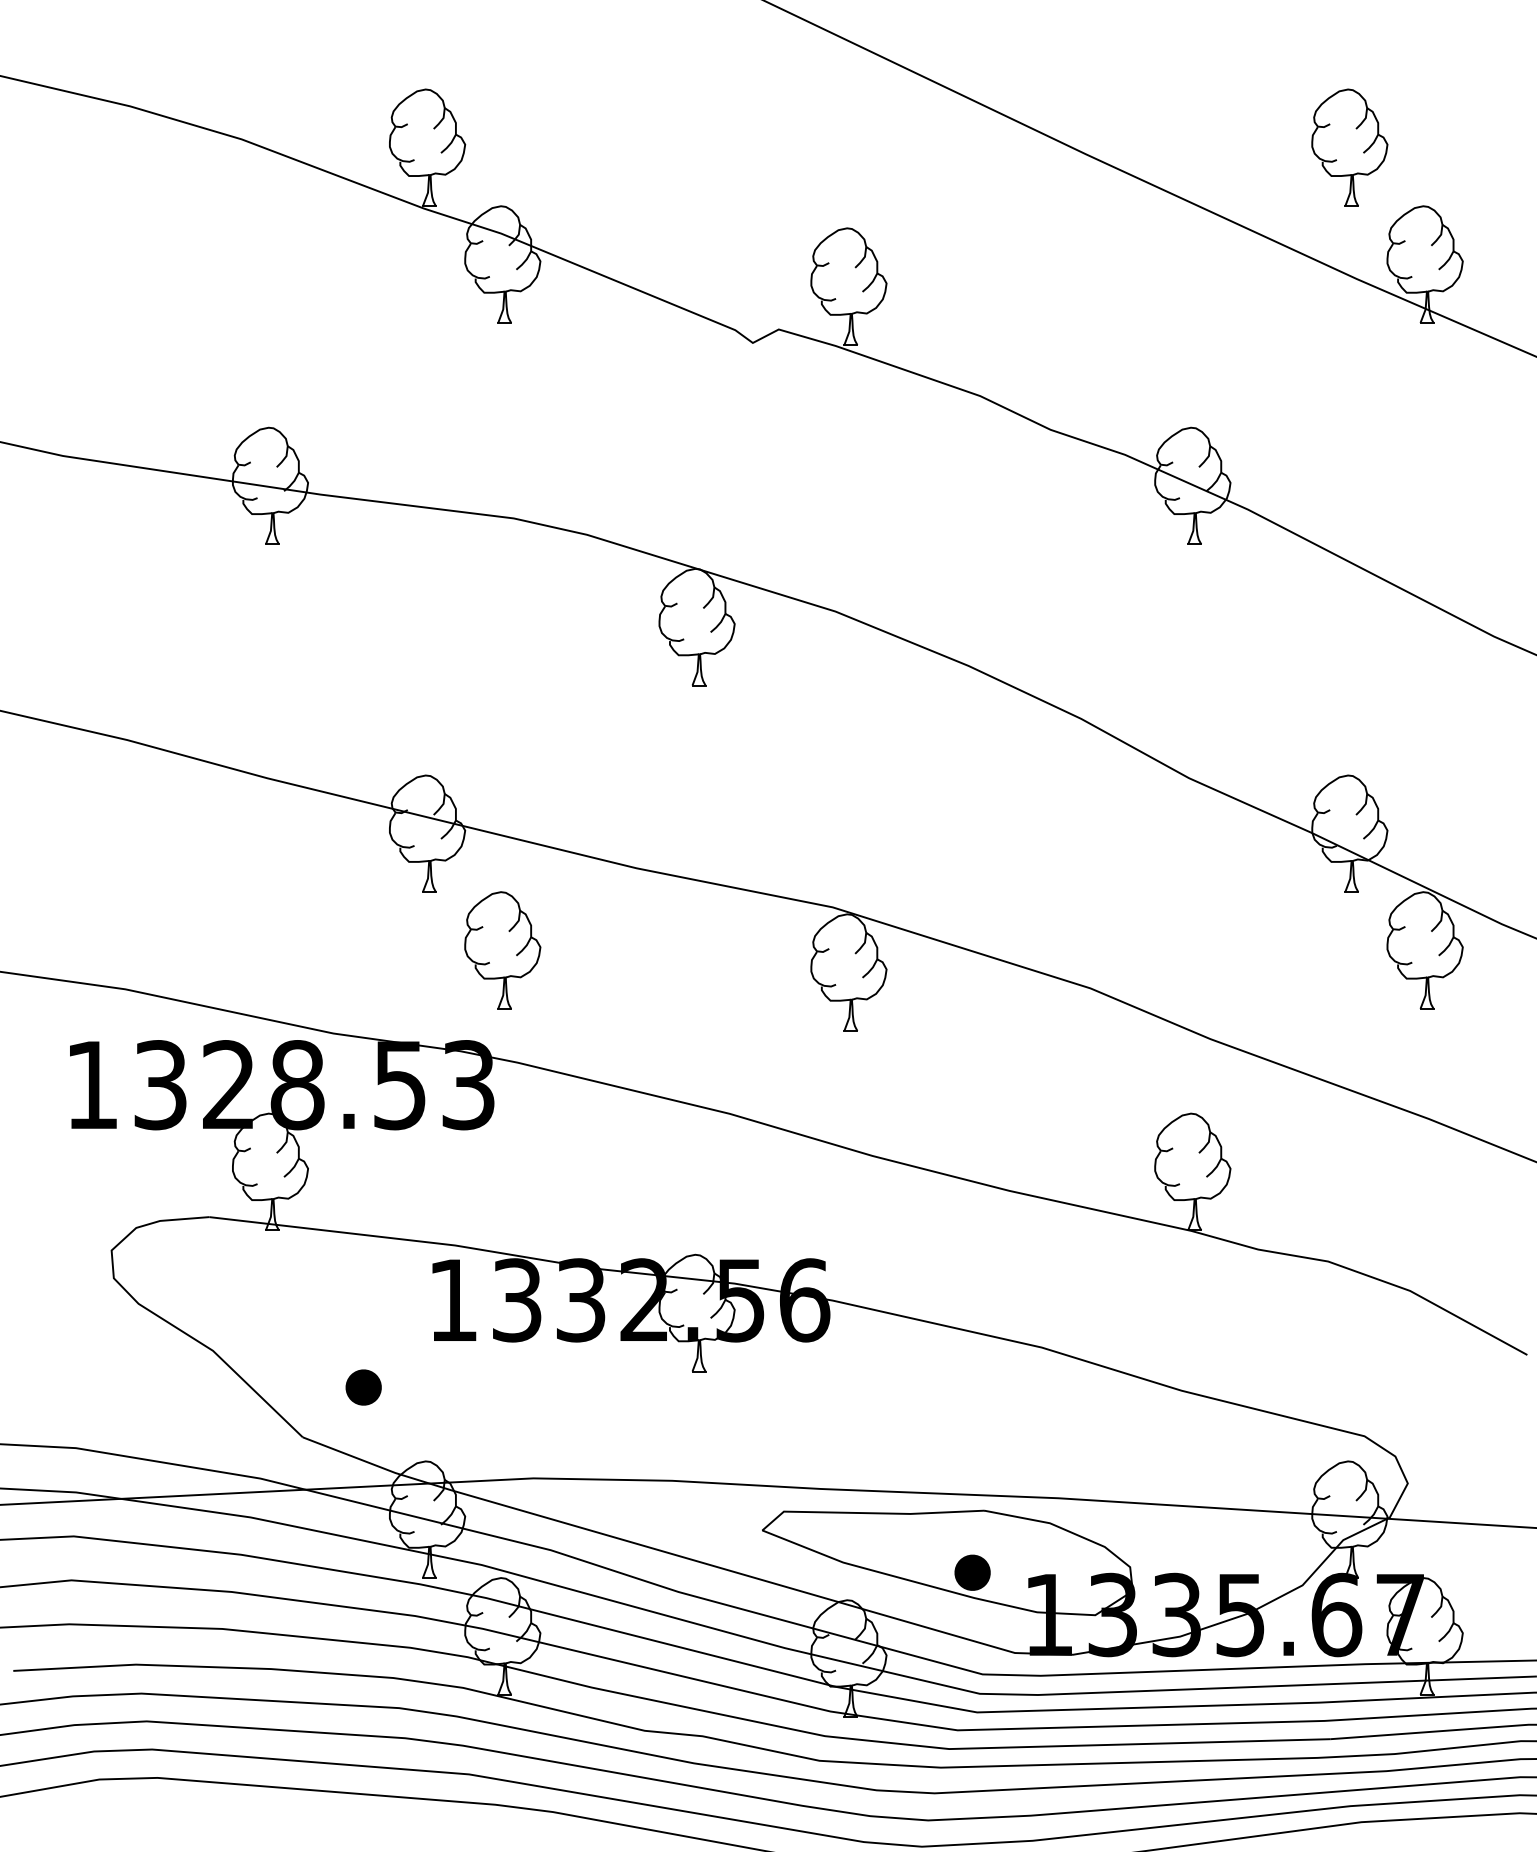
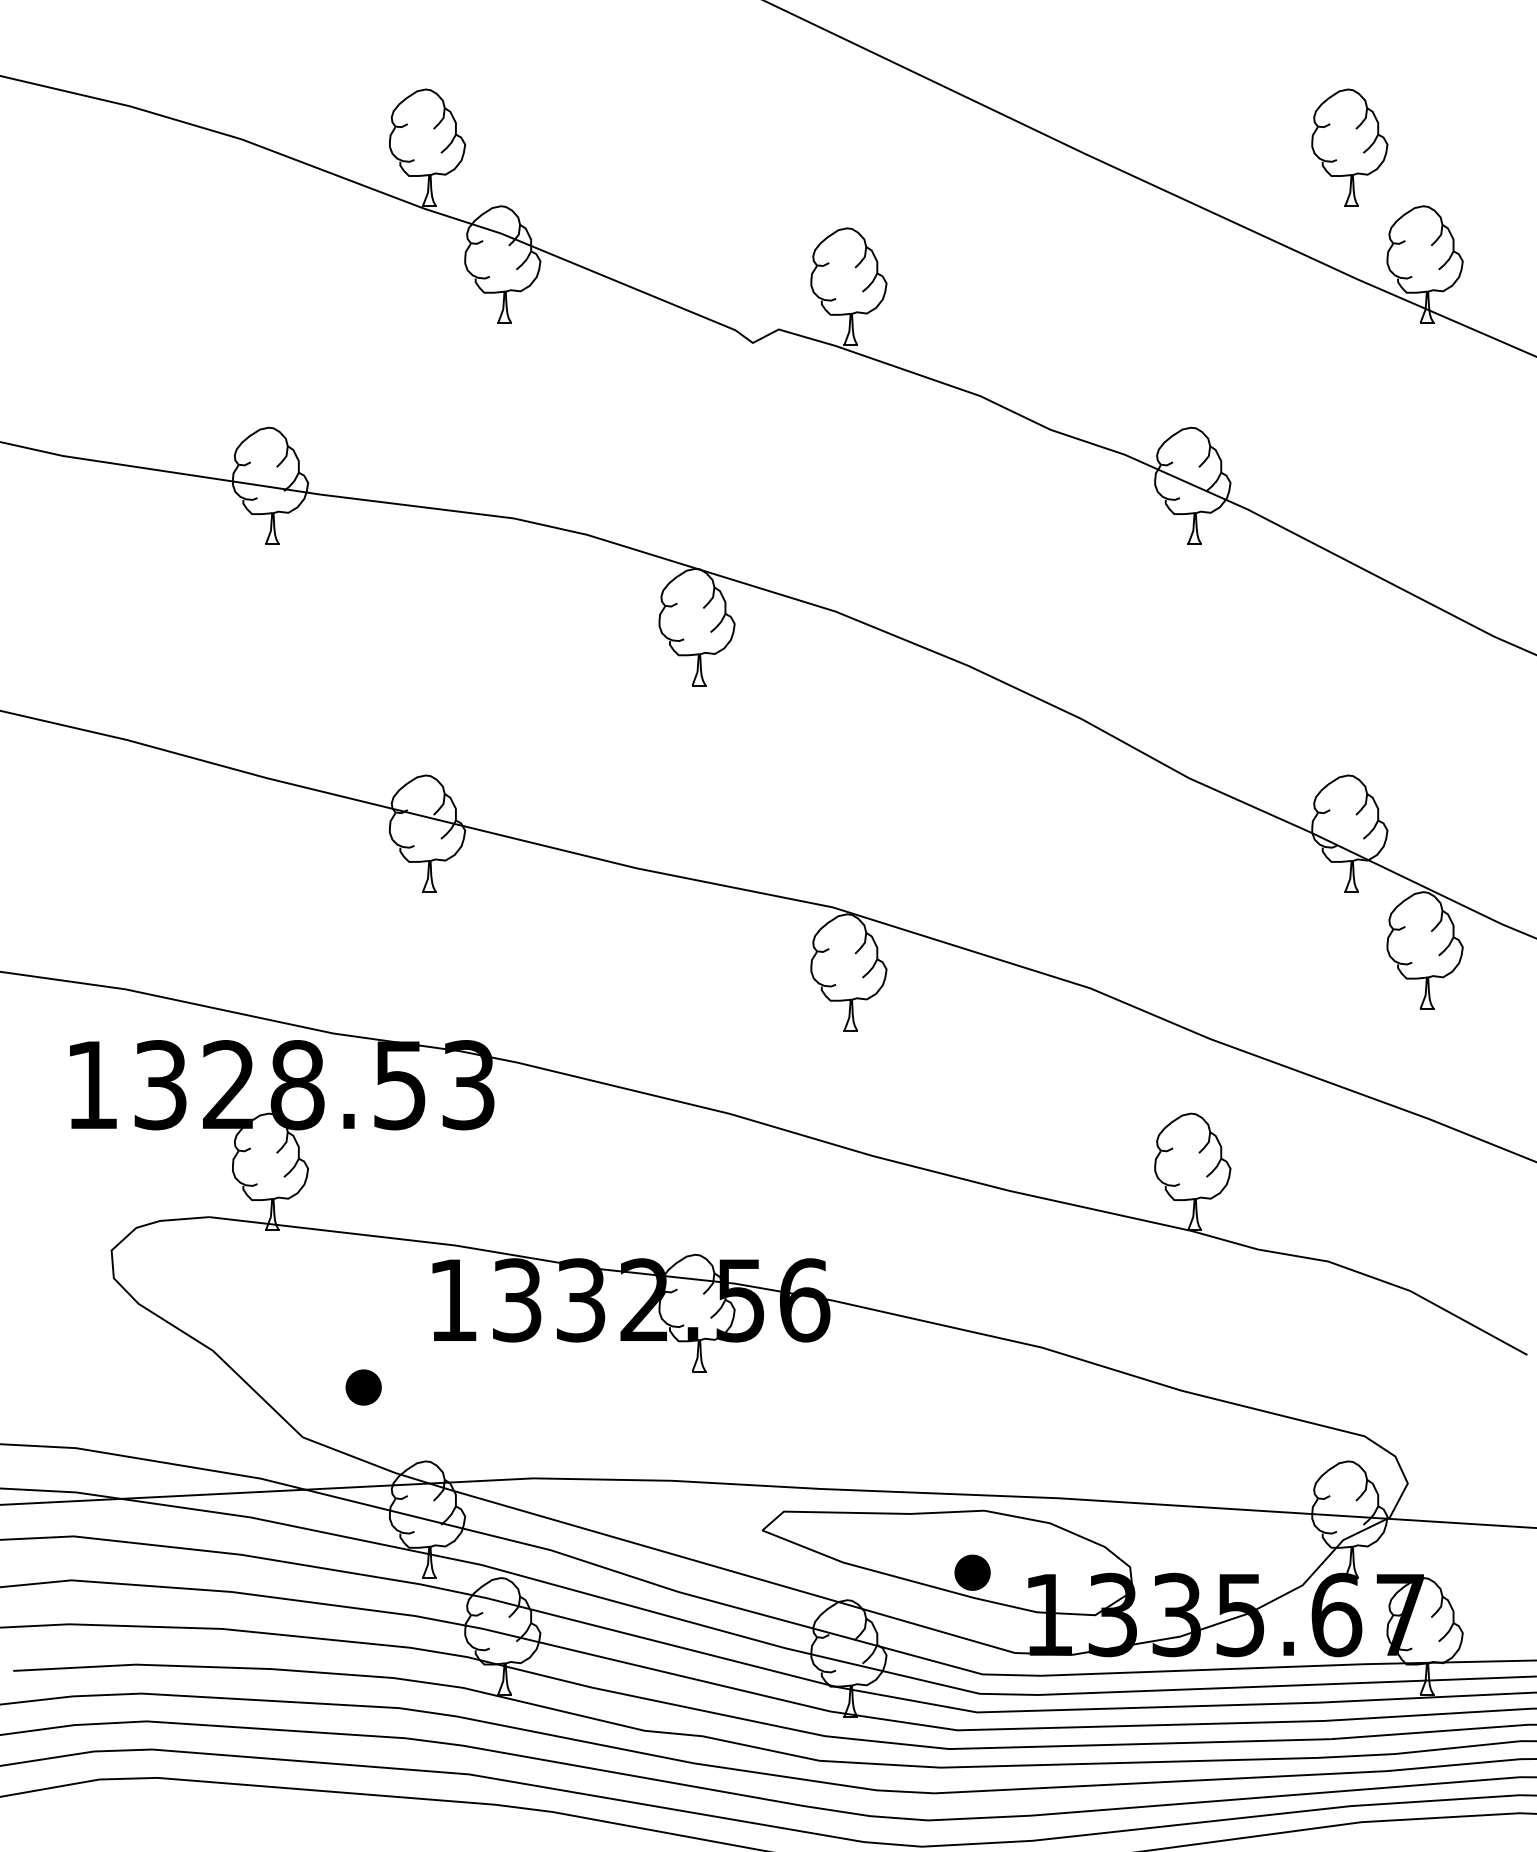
part at (502, 950): present -> none
